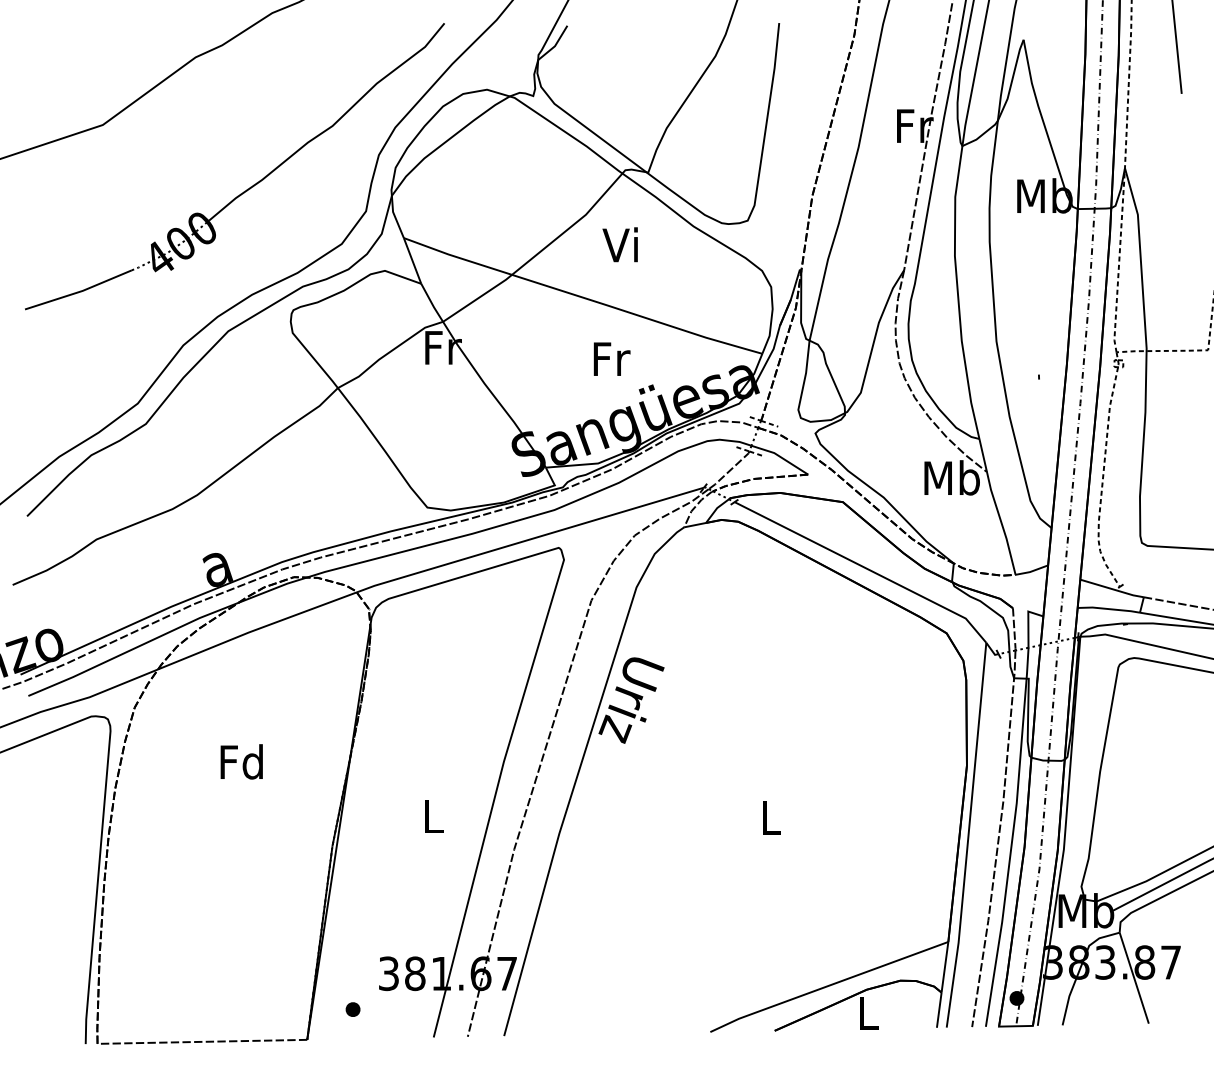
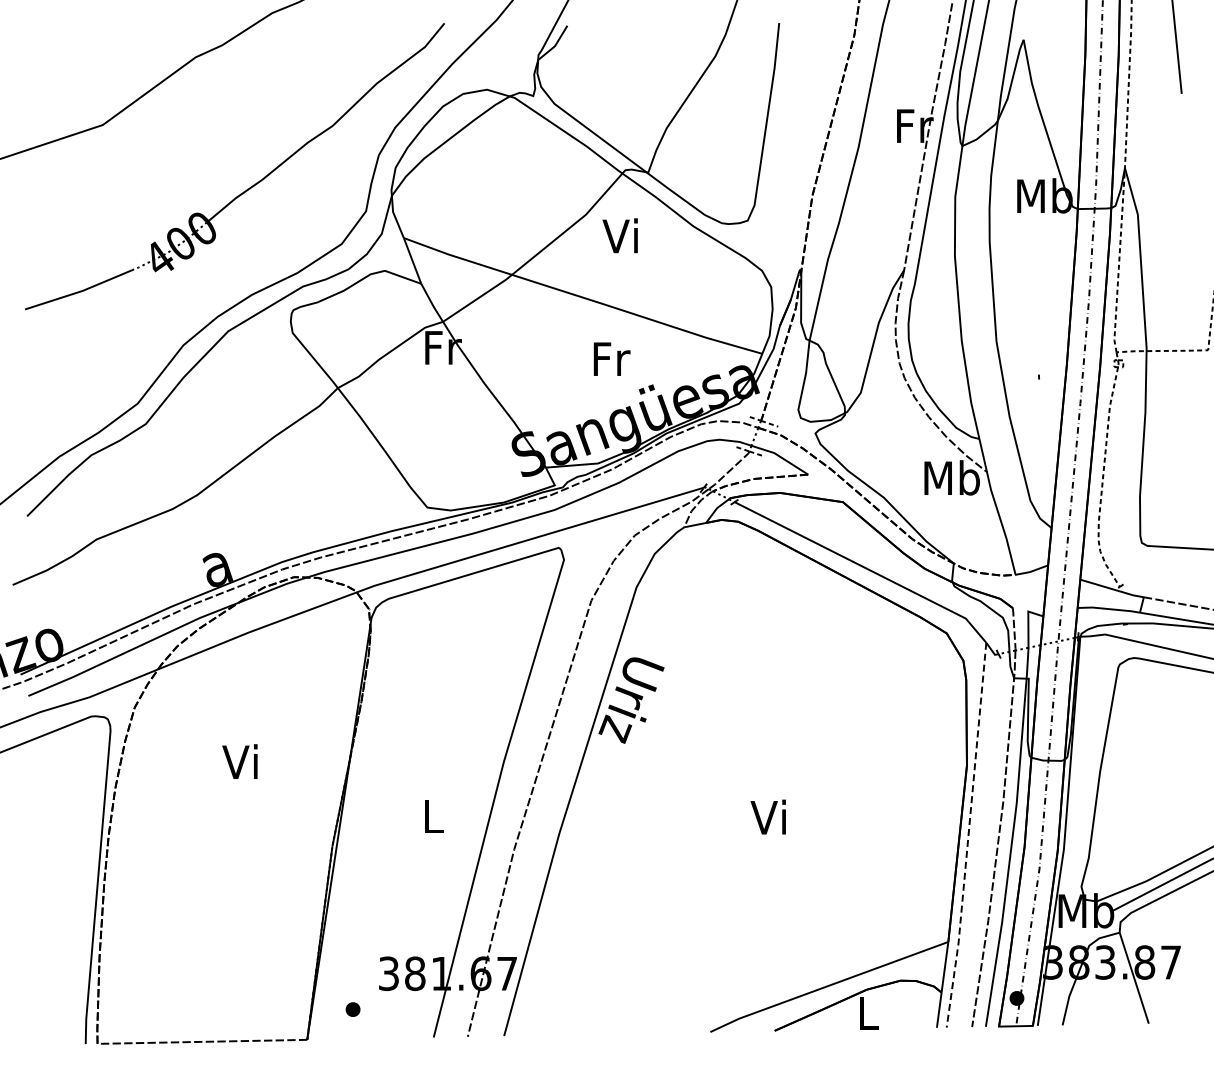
text at (619, 244) position: (619, 244) -> (619, 235)
text at (241, 761): Fd -> Vi
text at (767, 816): L -> Vi
line at (968, 836): solid -> dashed
